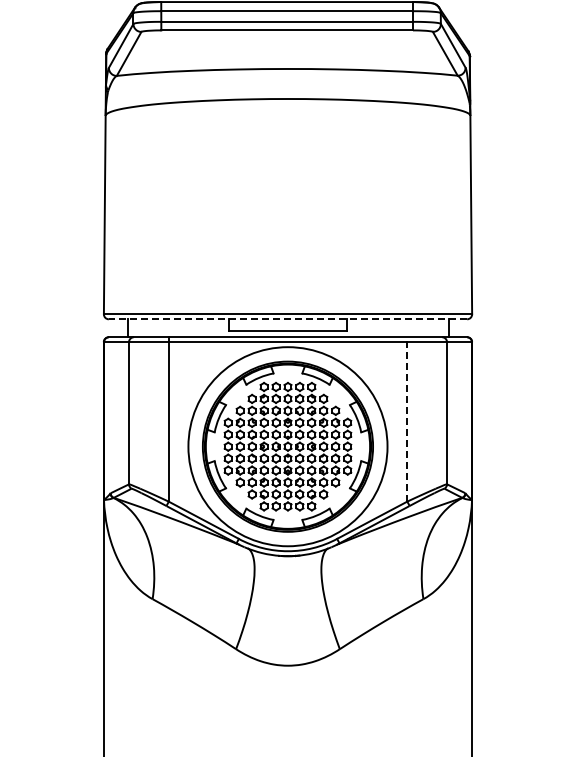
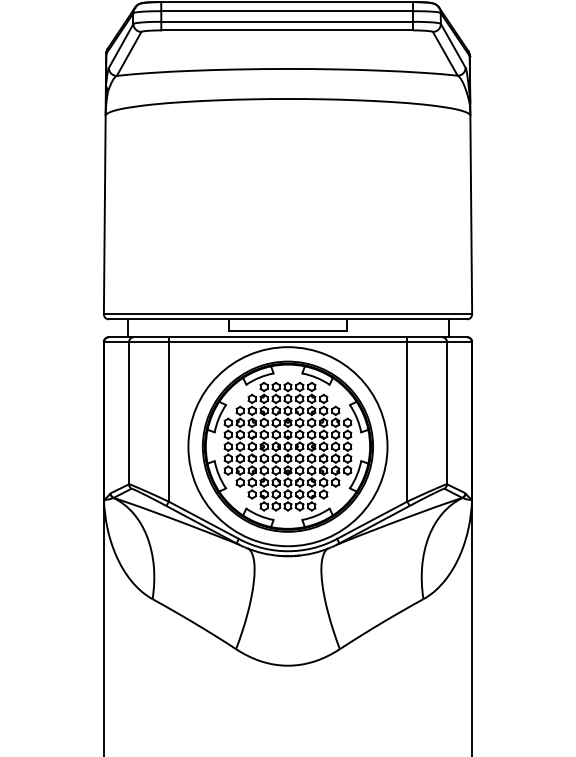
line at (287, 319): dashed -> solid
line at (407, 418): dashed -> solid
